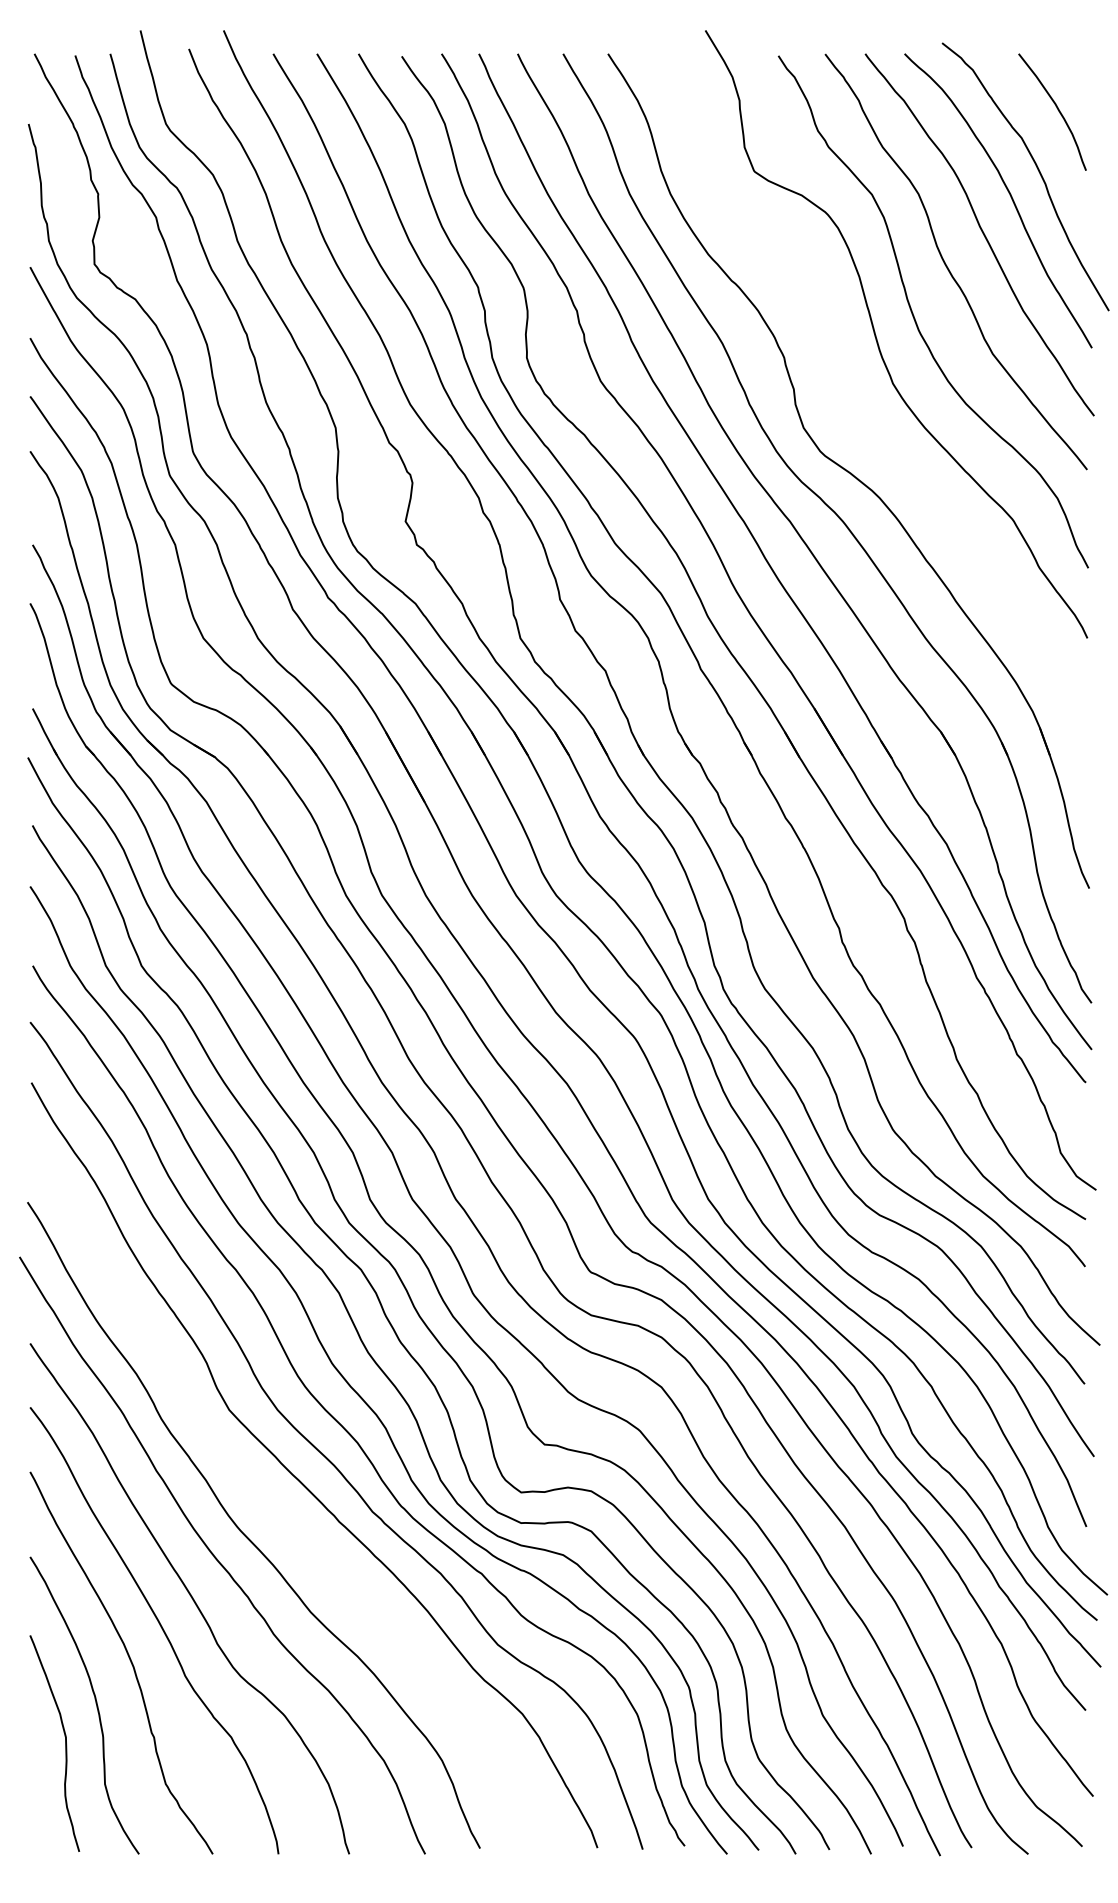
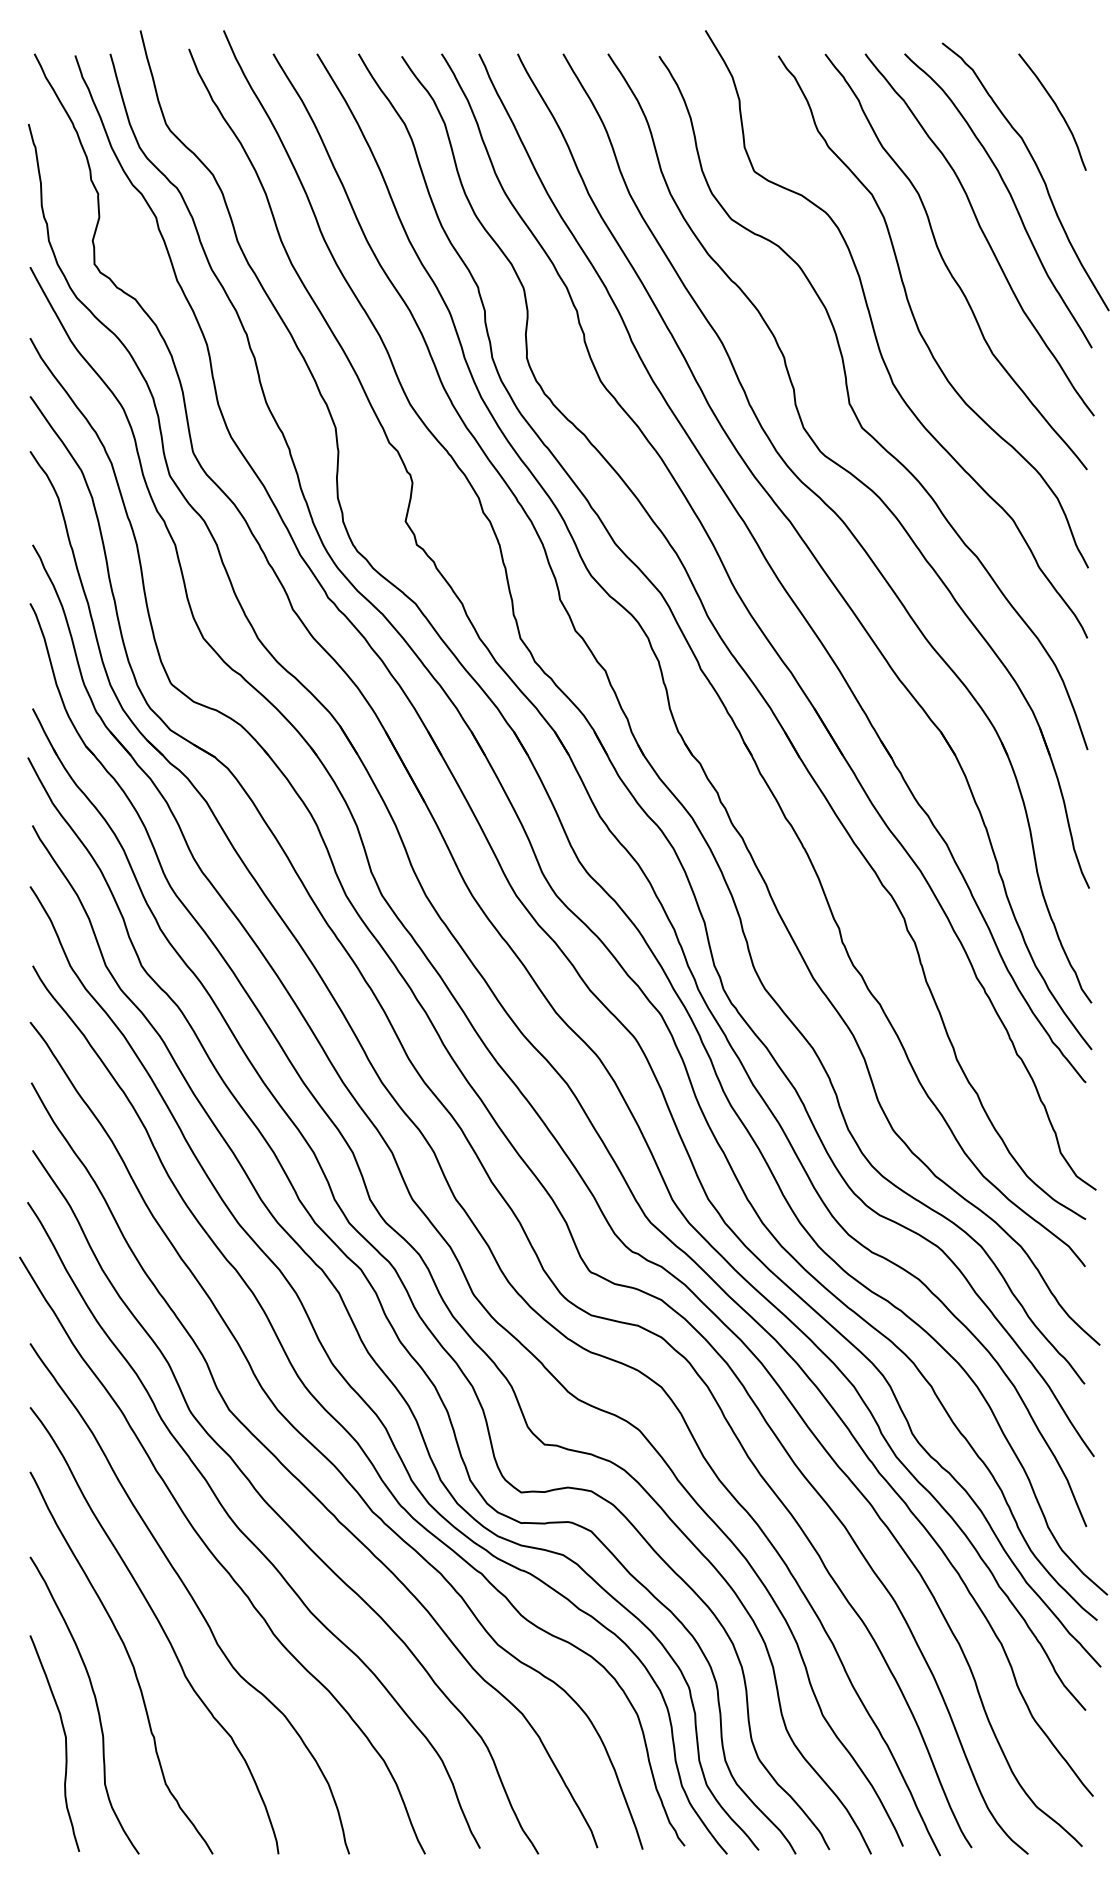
curve at (855, 412): none -> present
curve at (276, 1511): none -> present
